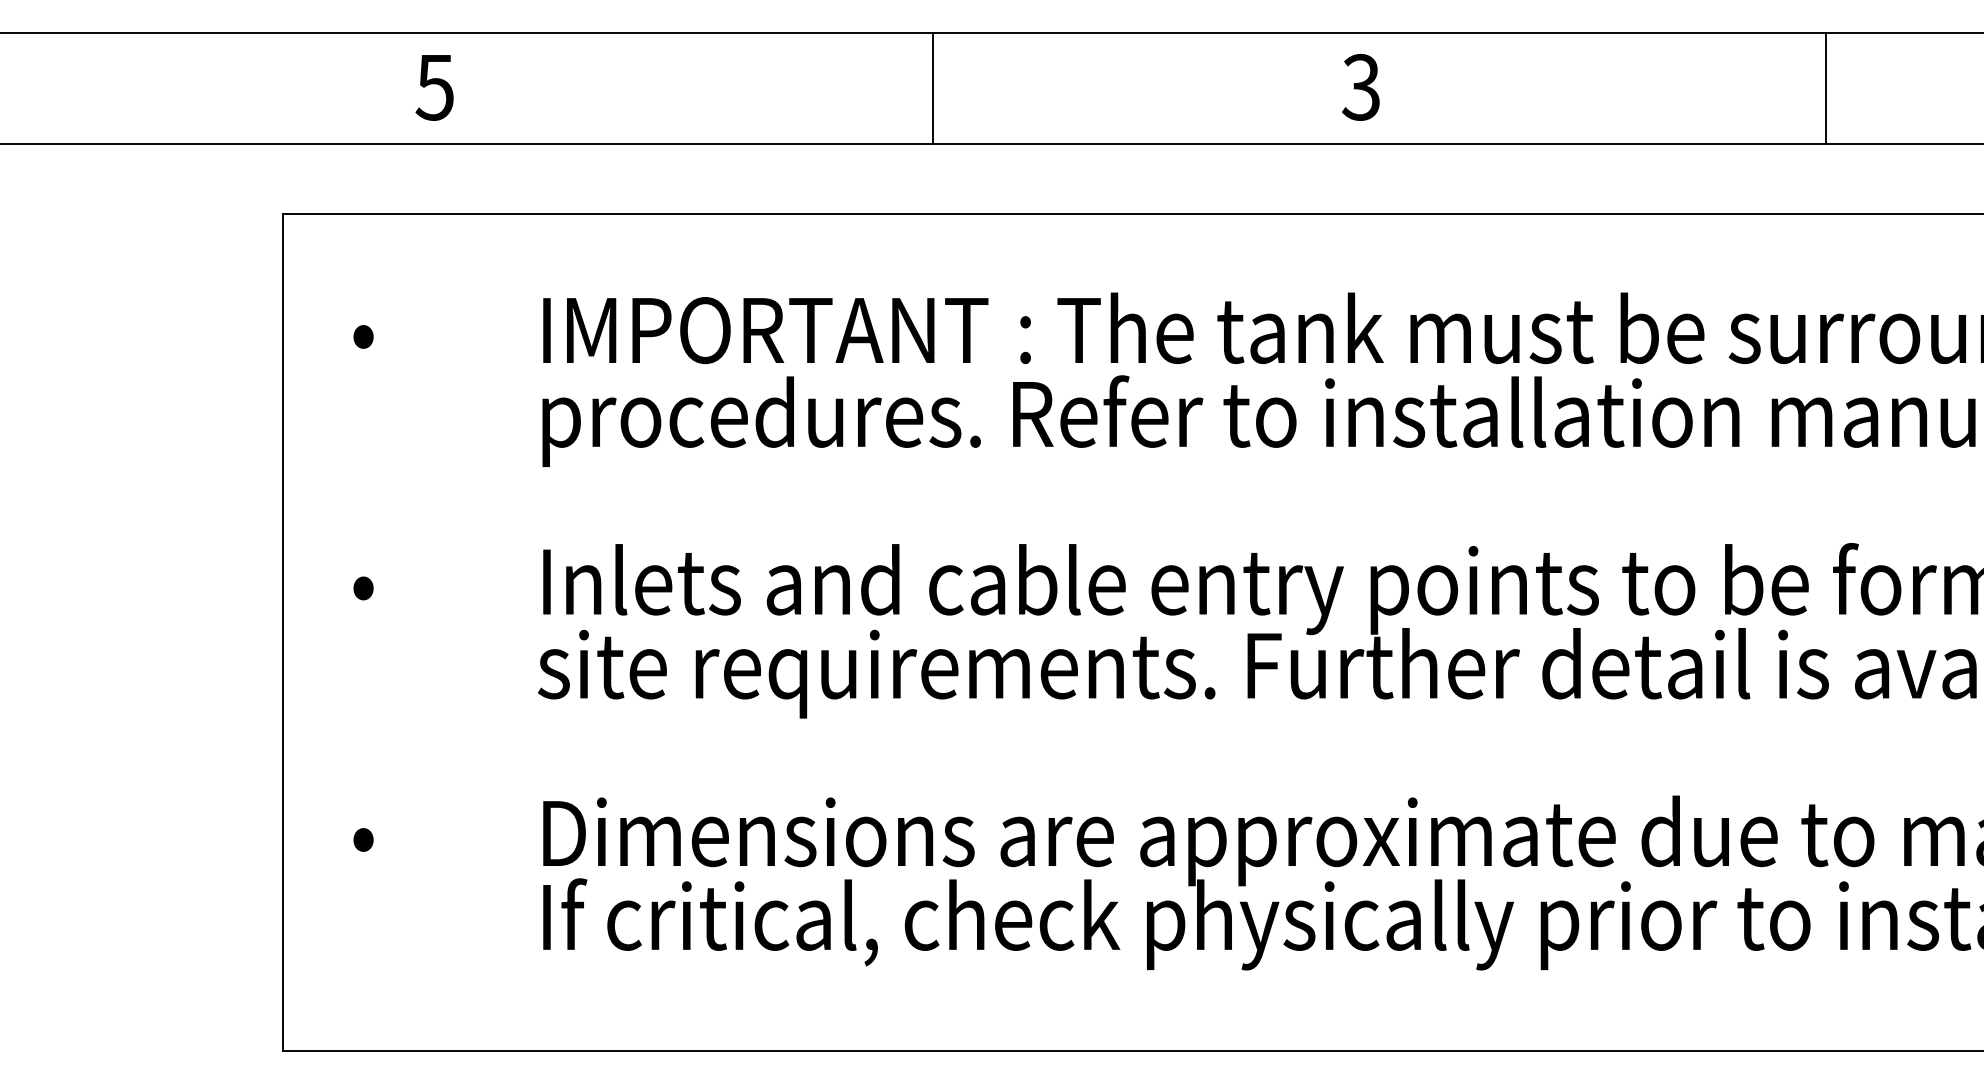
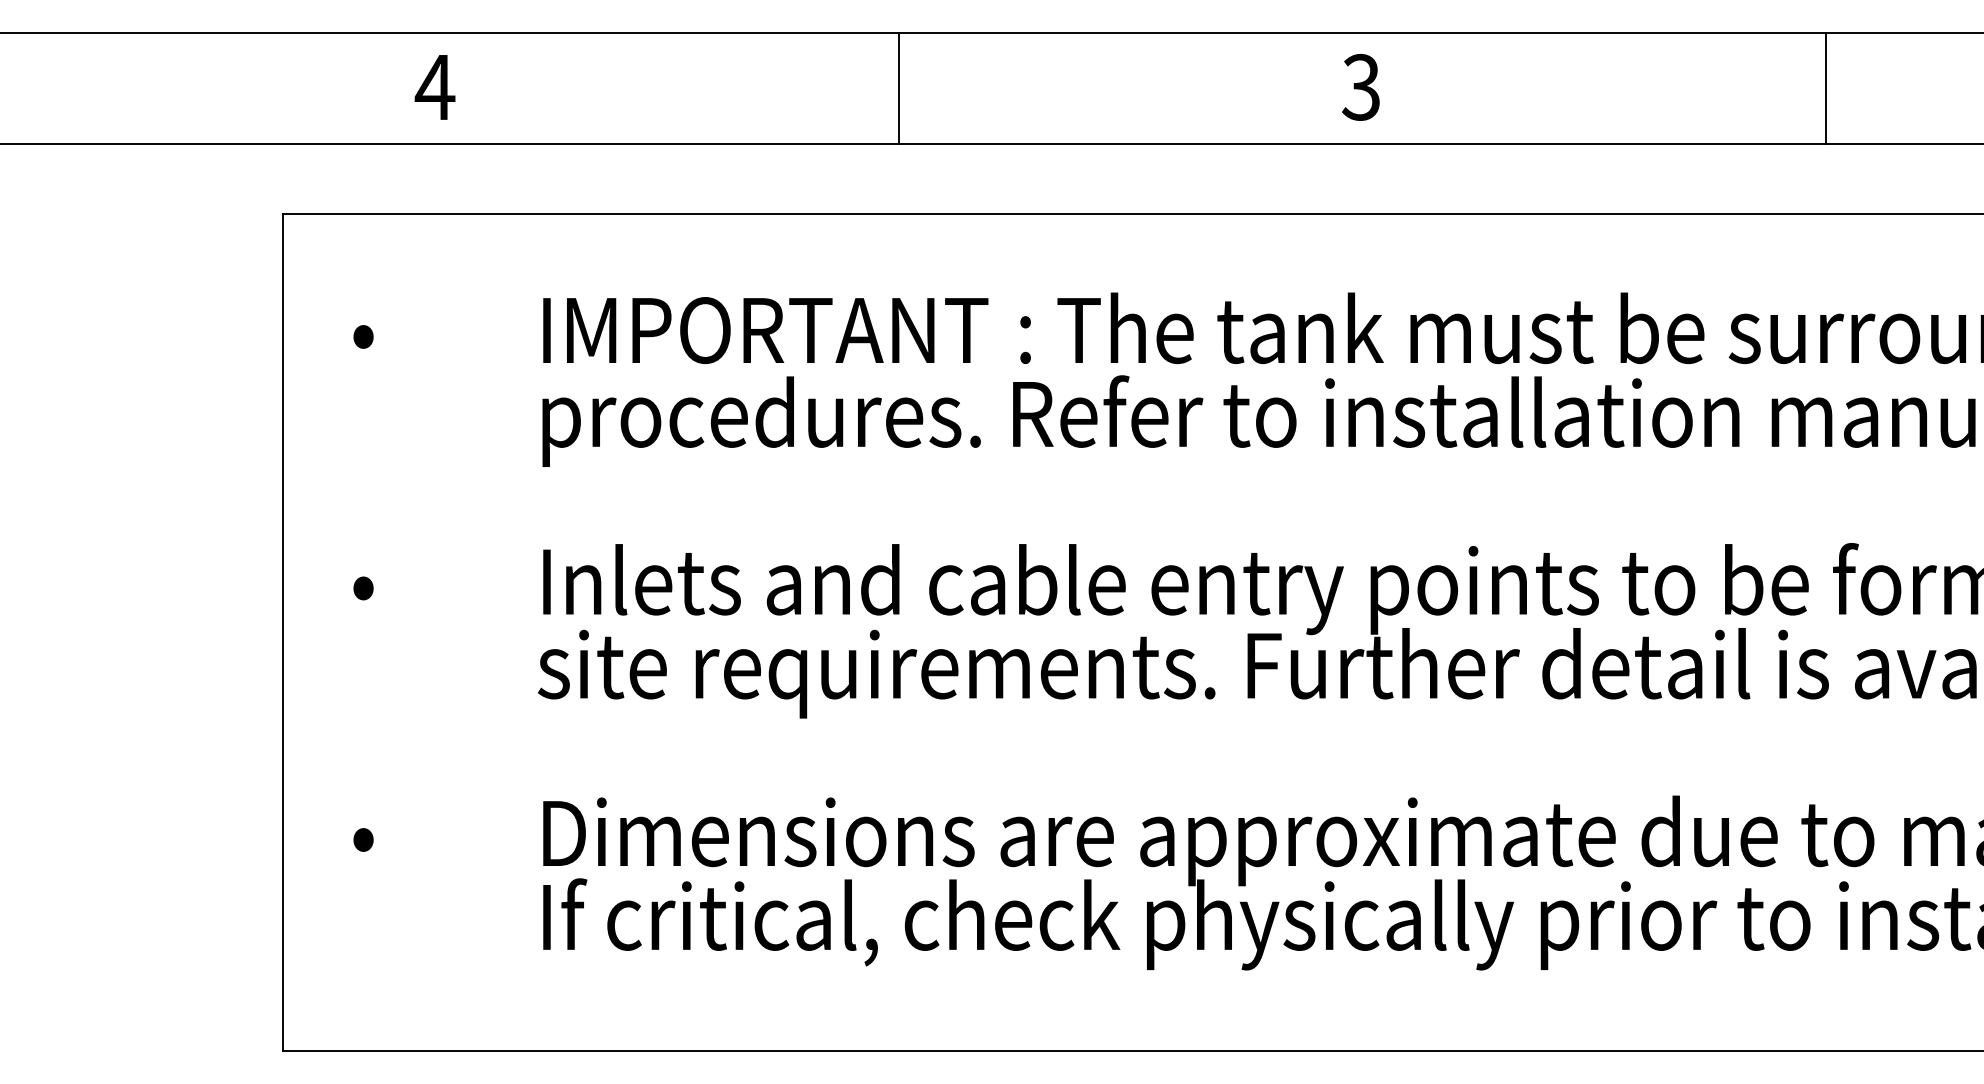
text at (434, 87): 5 -> 4
line at (933, 87) position: (933, 87) -> (899, 87)
